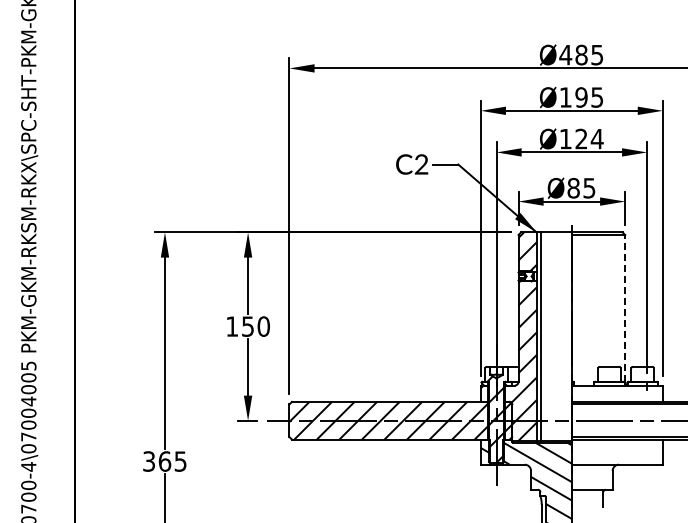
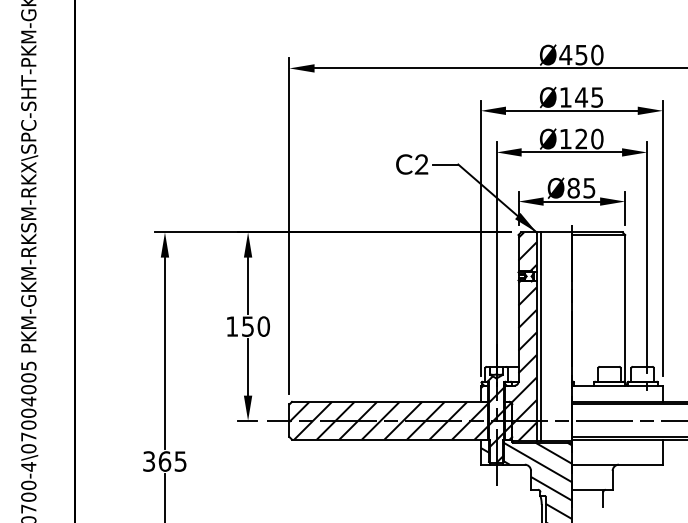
text at (589, 54): Ø485 -> Ø450
text at (581, 97): Ø195 -> Ø145
text at (596, 138): Ø124 -> Ø120
line at (625, 307): dashed -> solid
